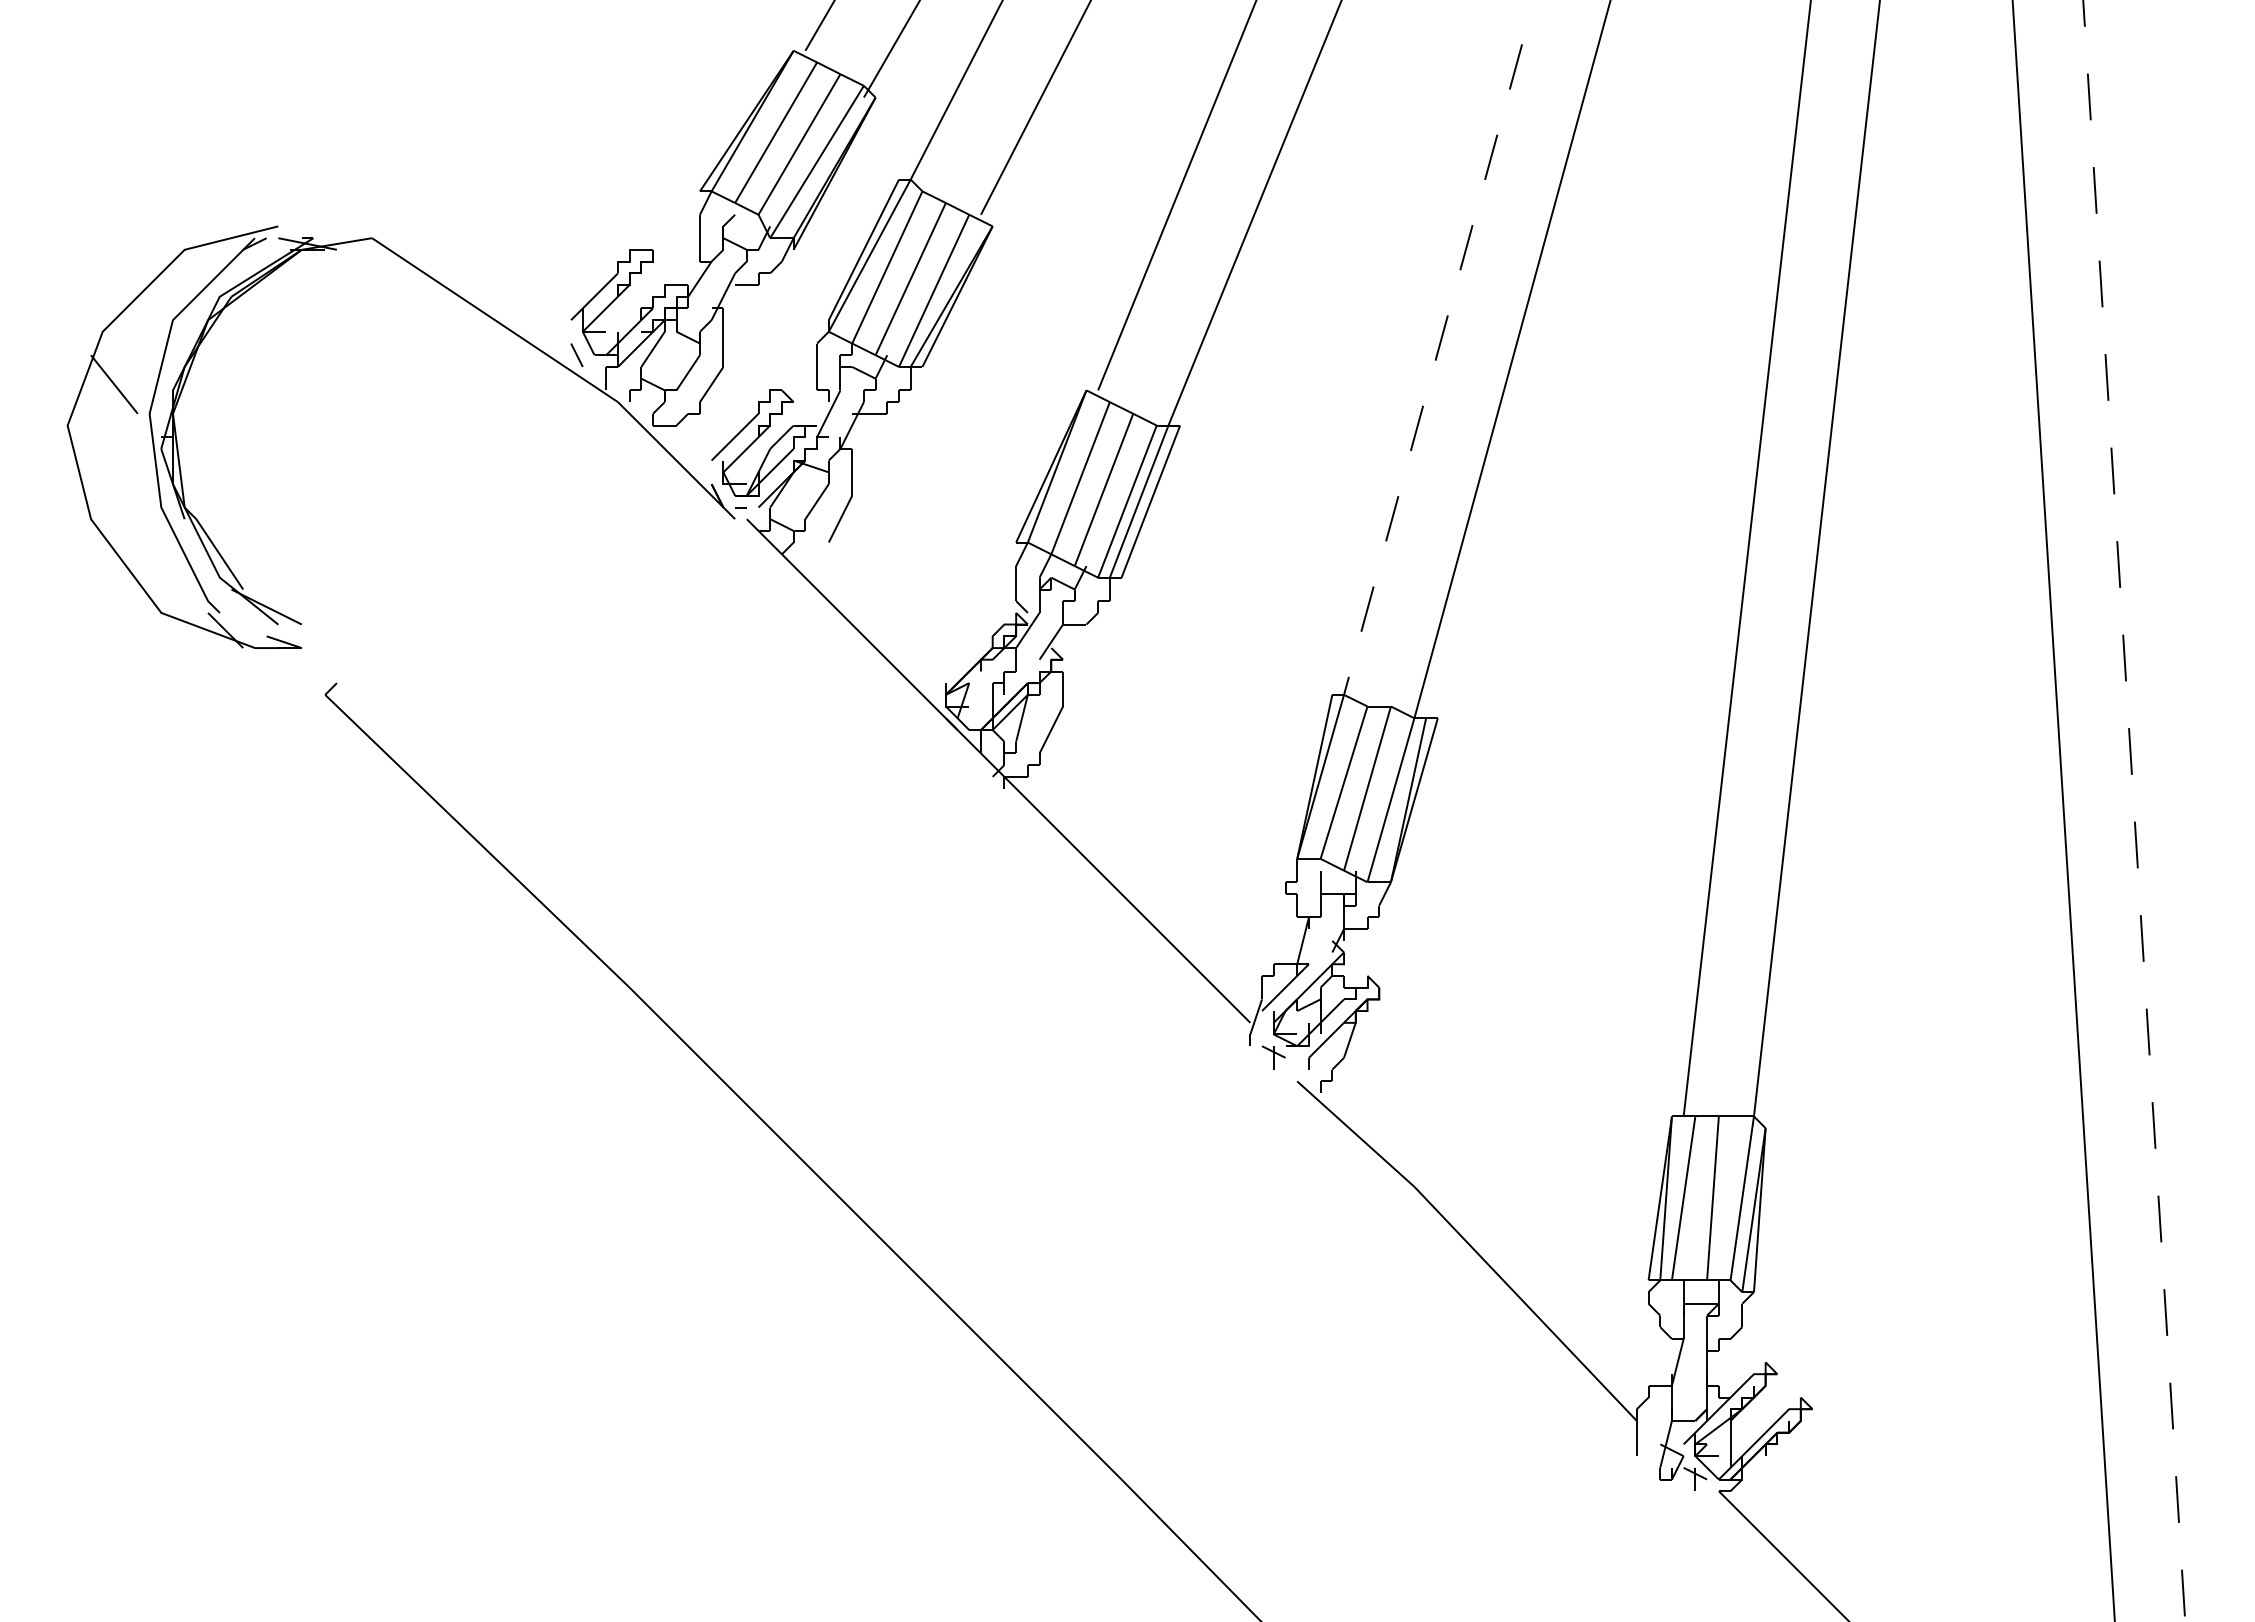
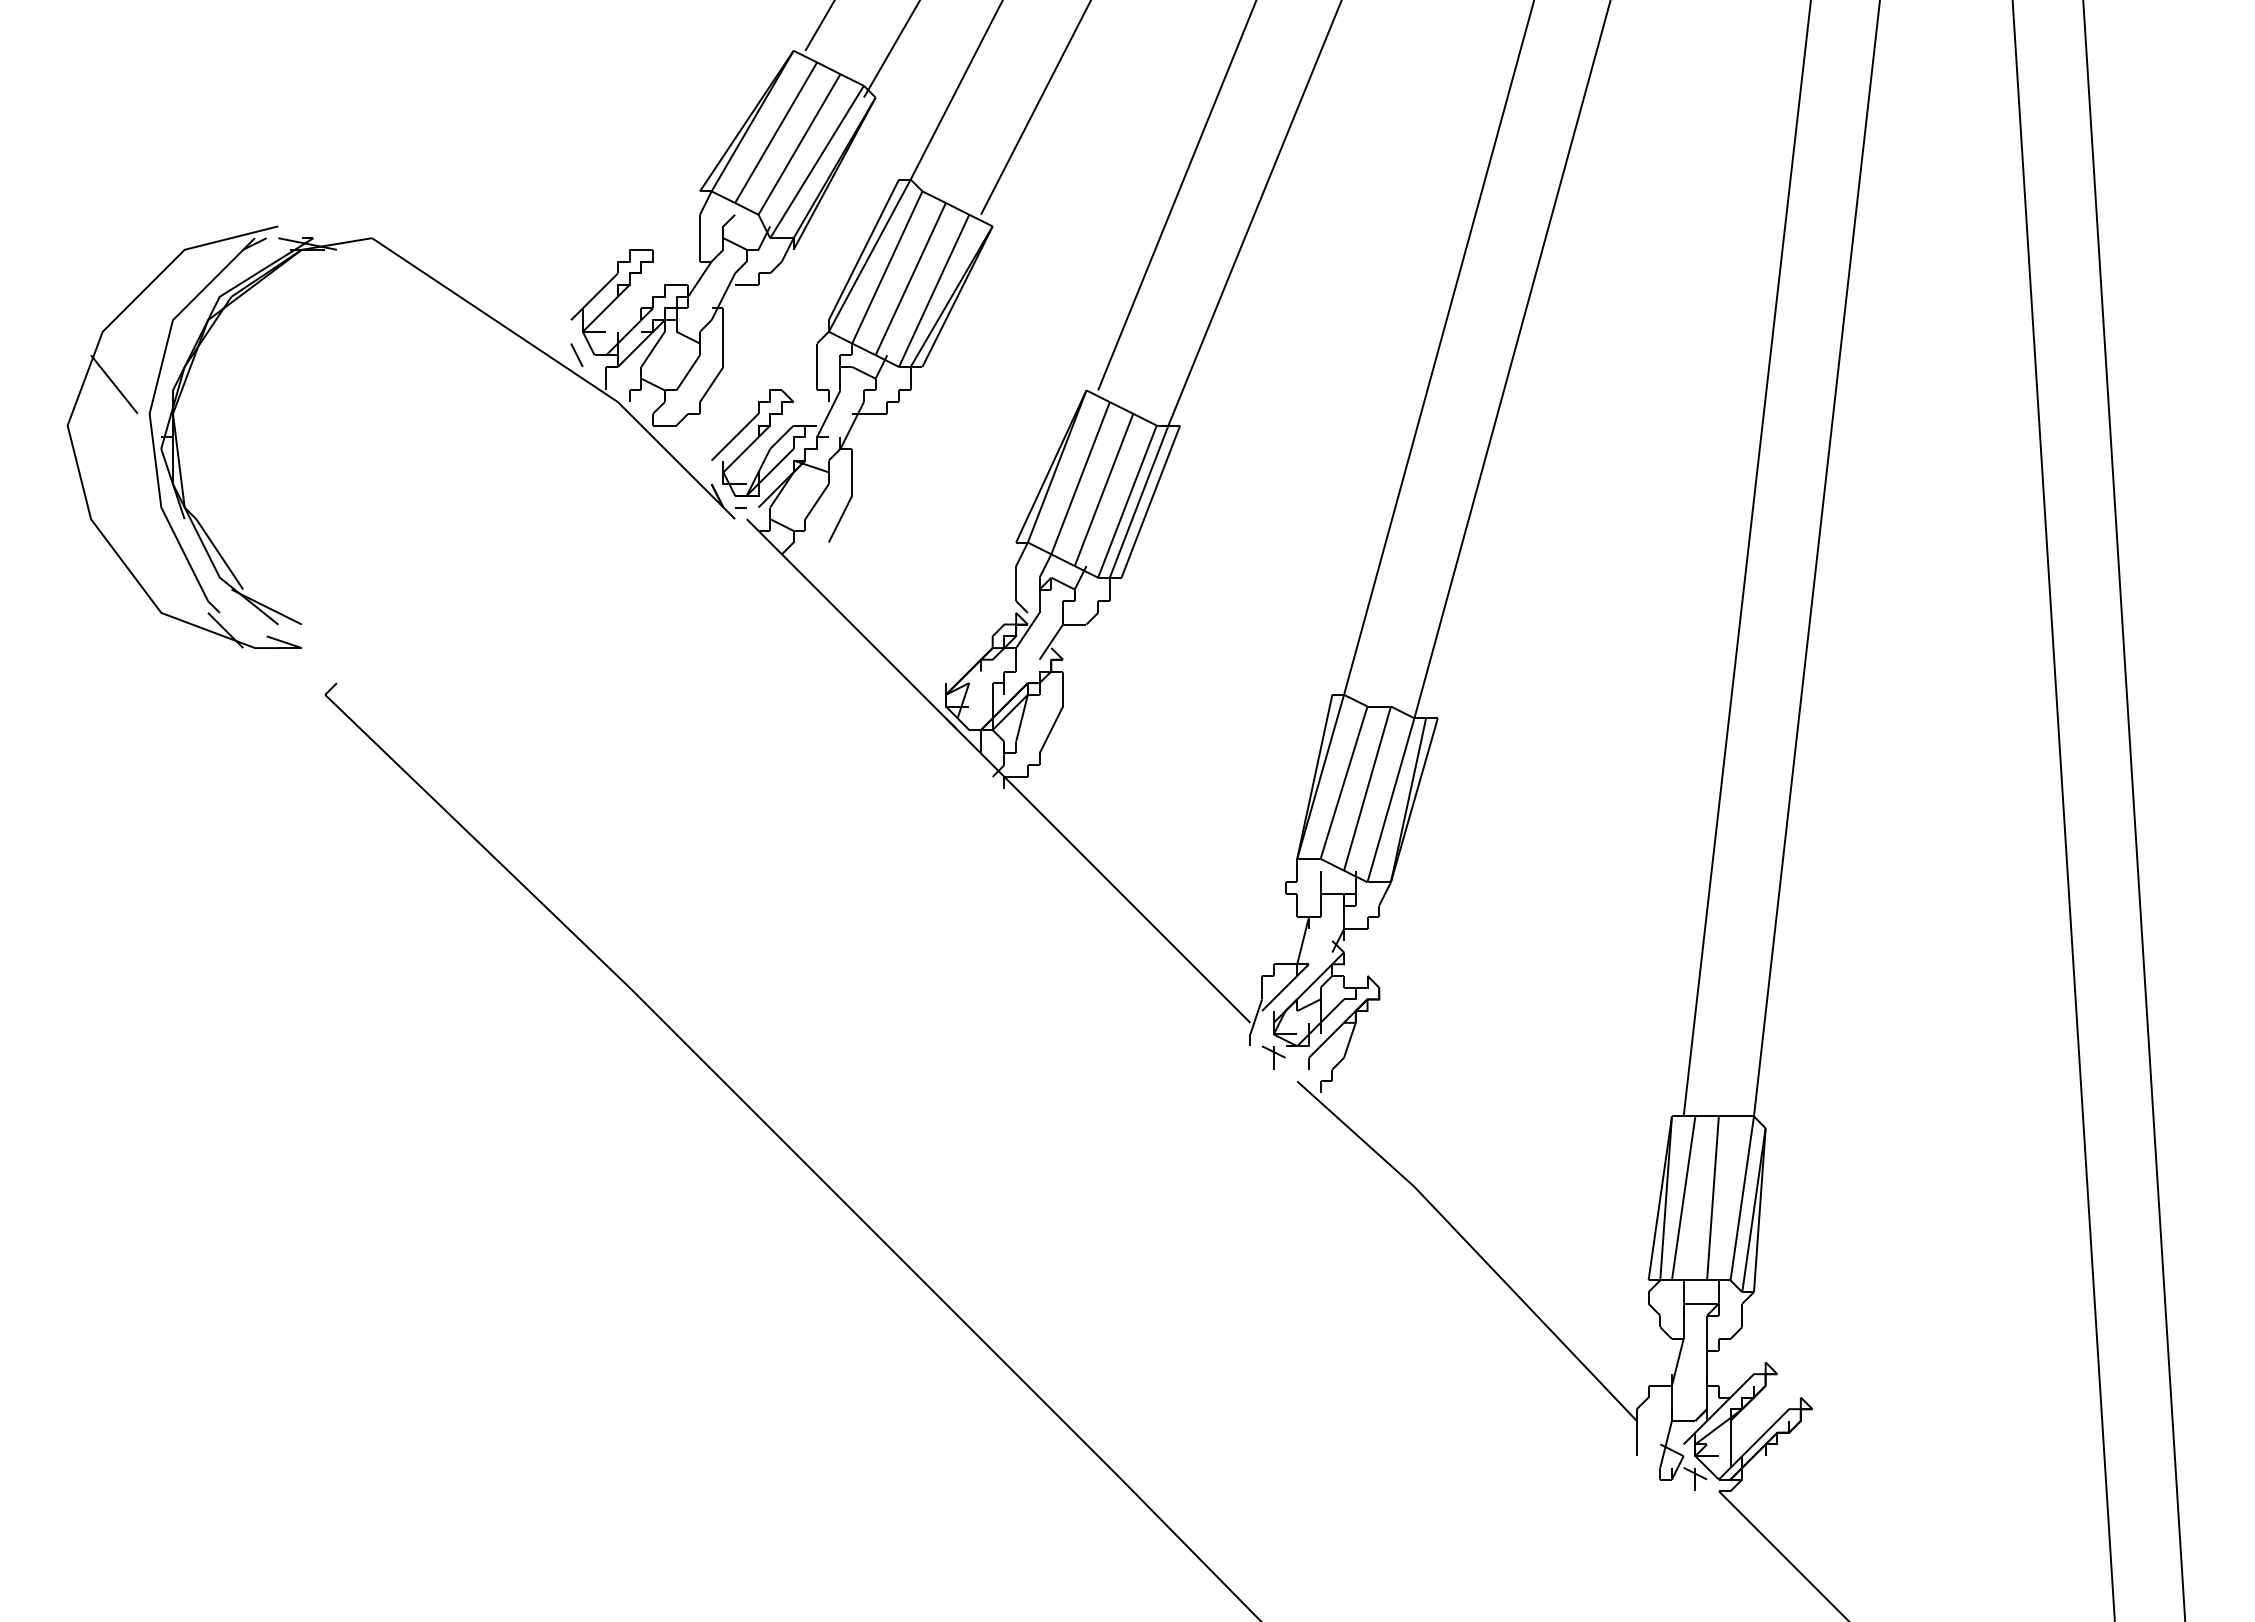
line at (1439, 347): dashed -> solid
line at (2134, 810): dashed -> solid
